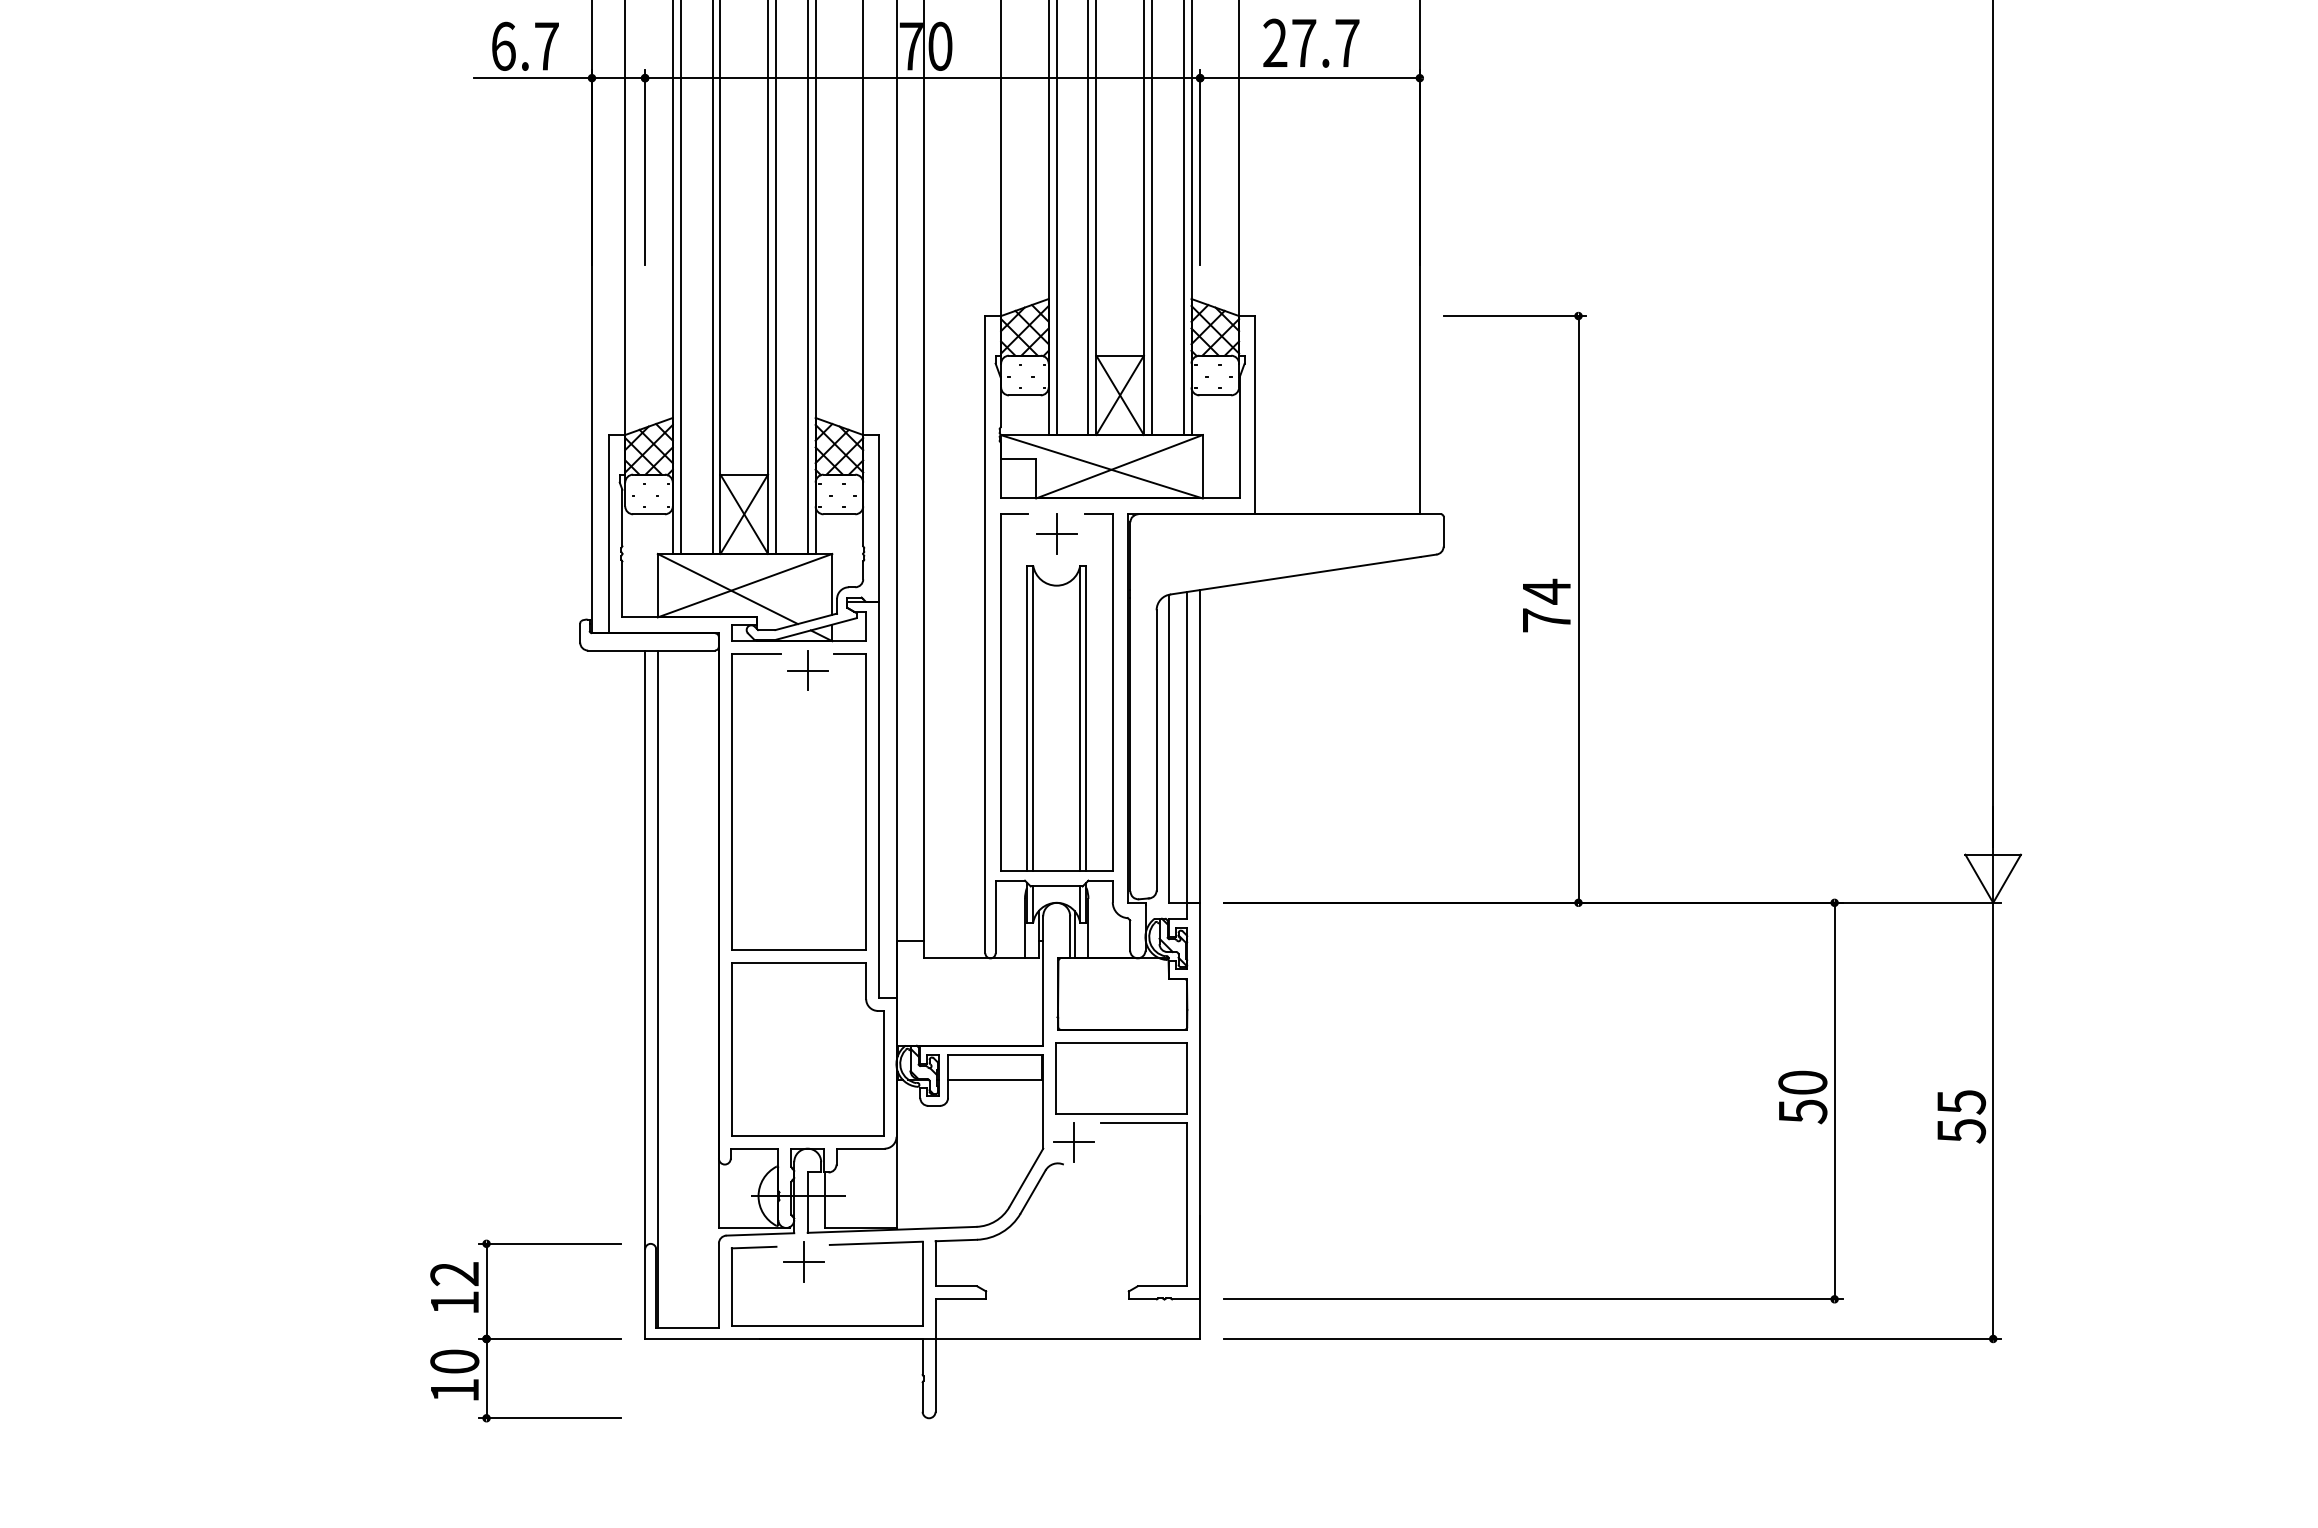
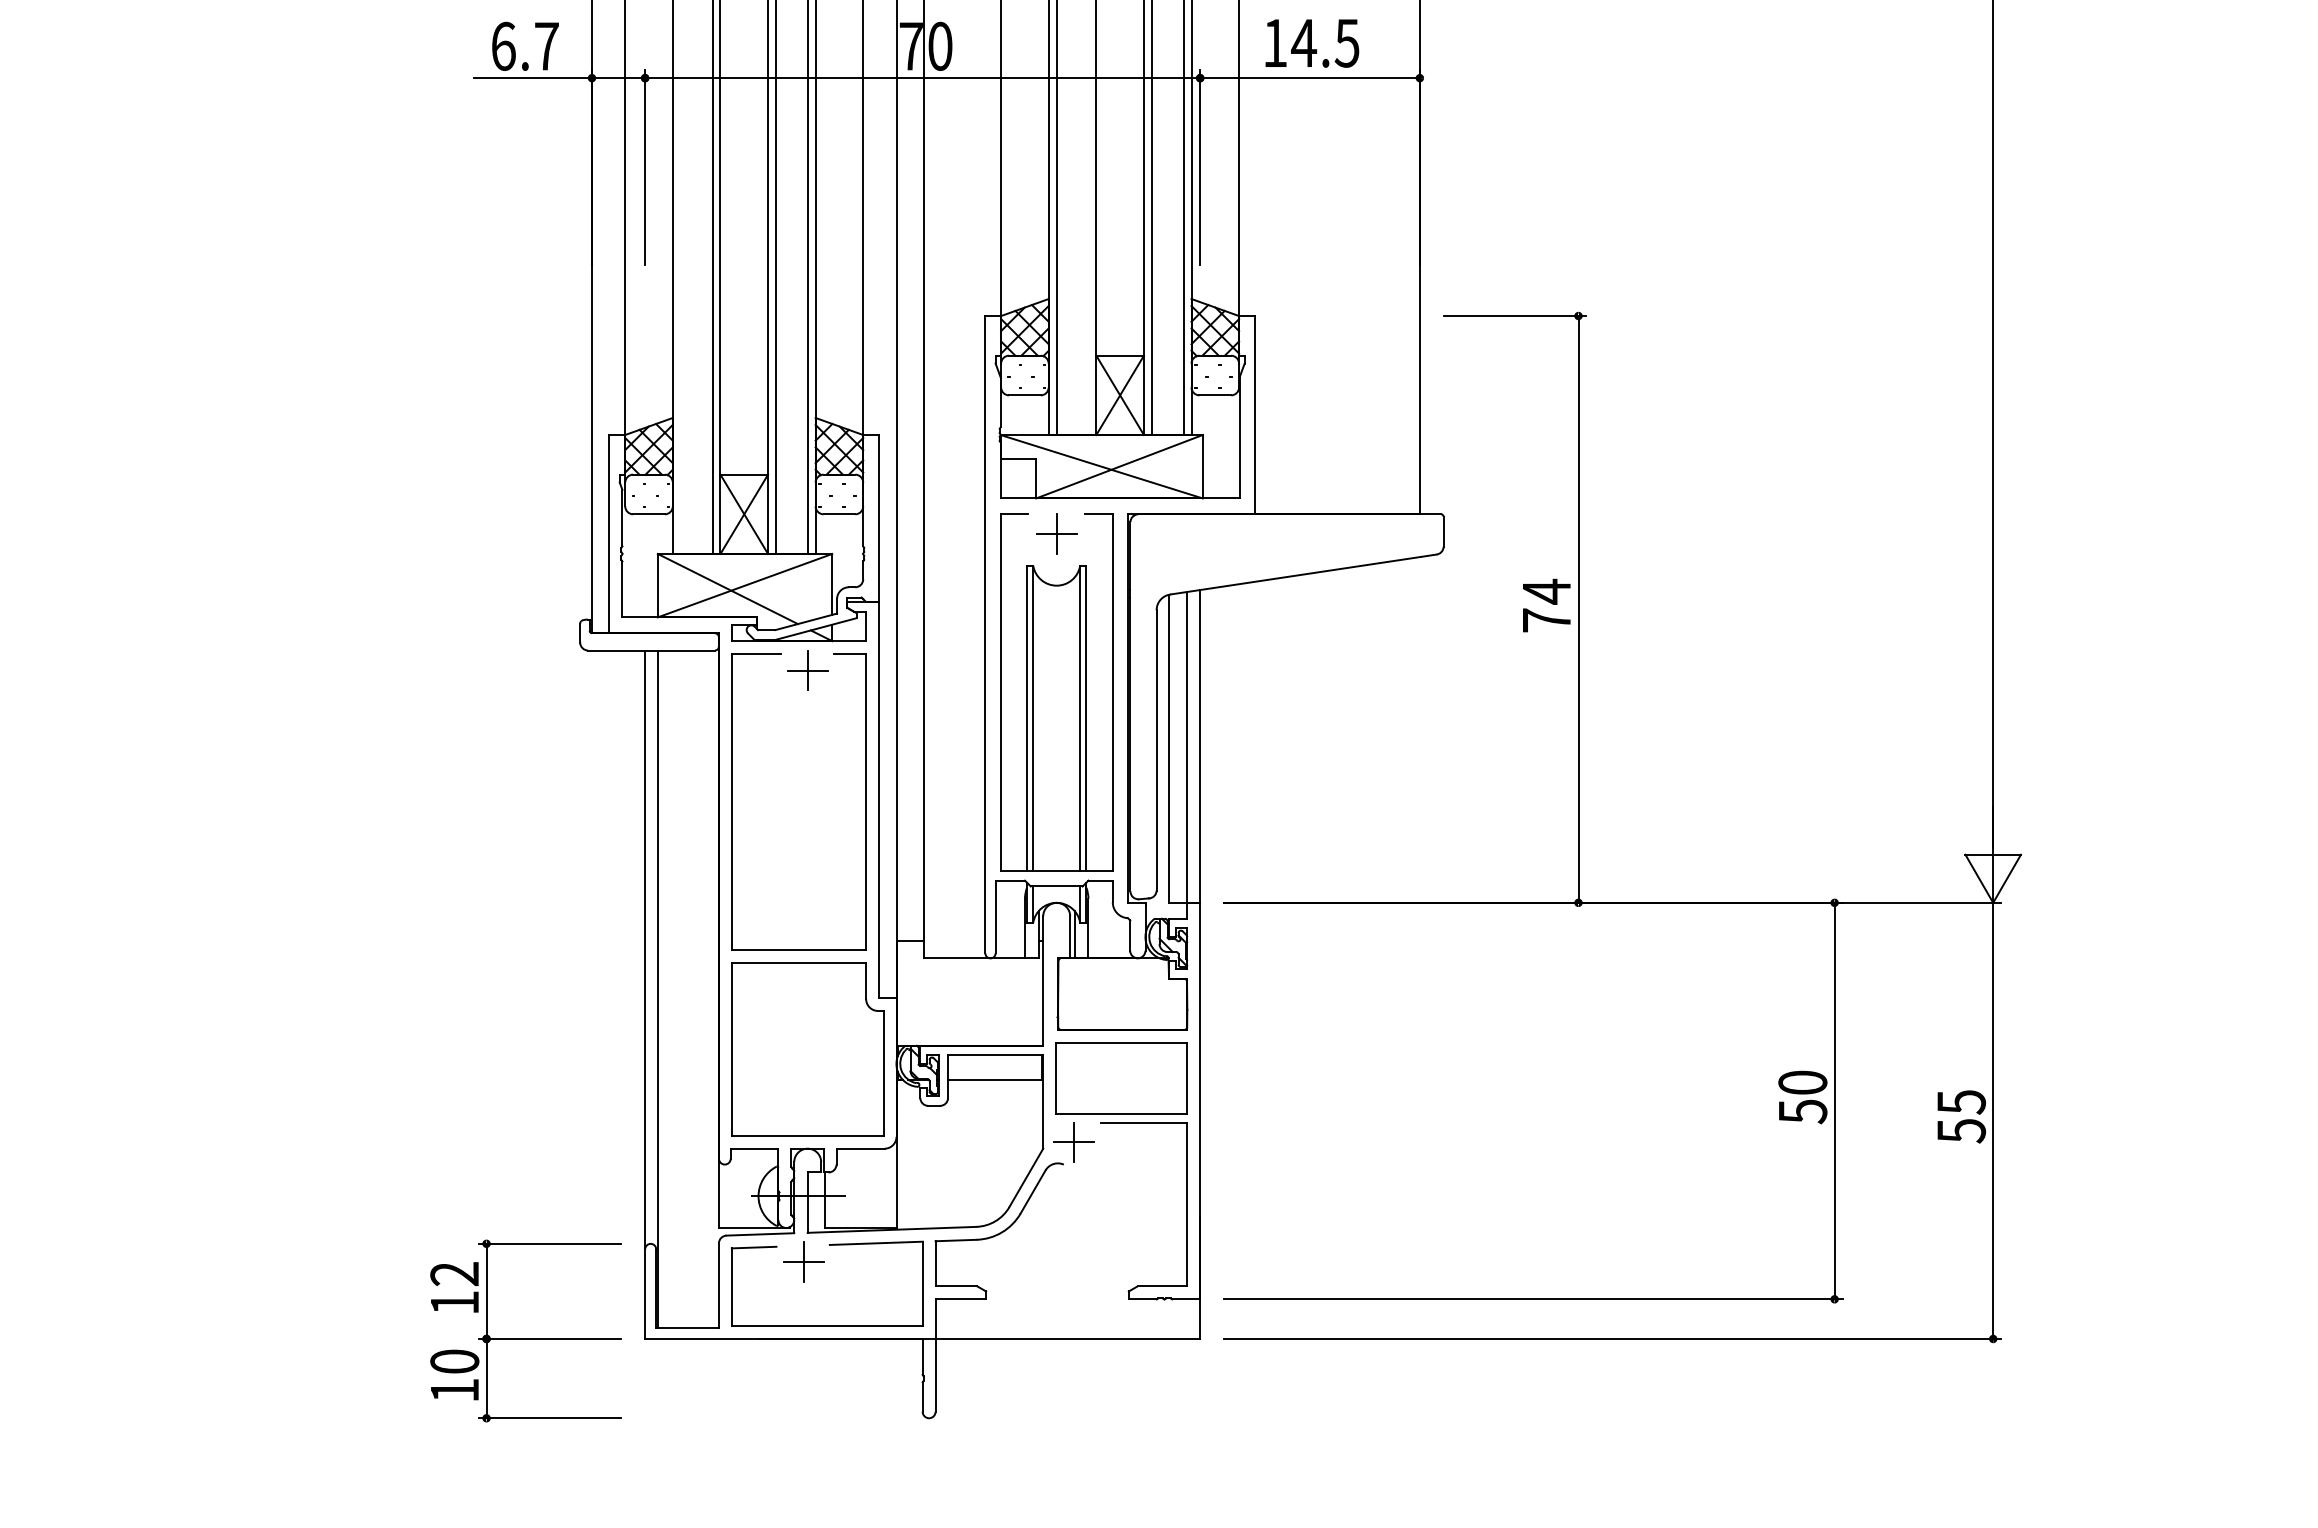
text at (1311, 42): 27.7 -> 14.5
line at (1088, 218): present -> none
line at (680, 277): present -> none
